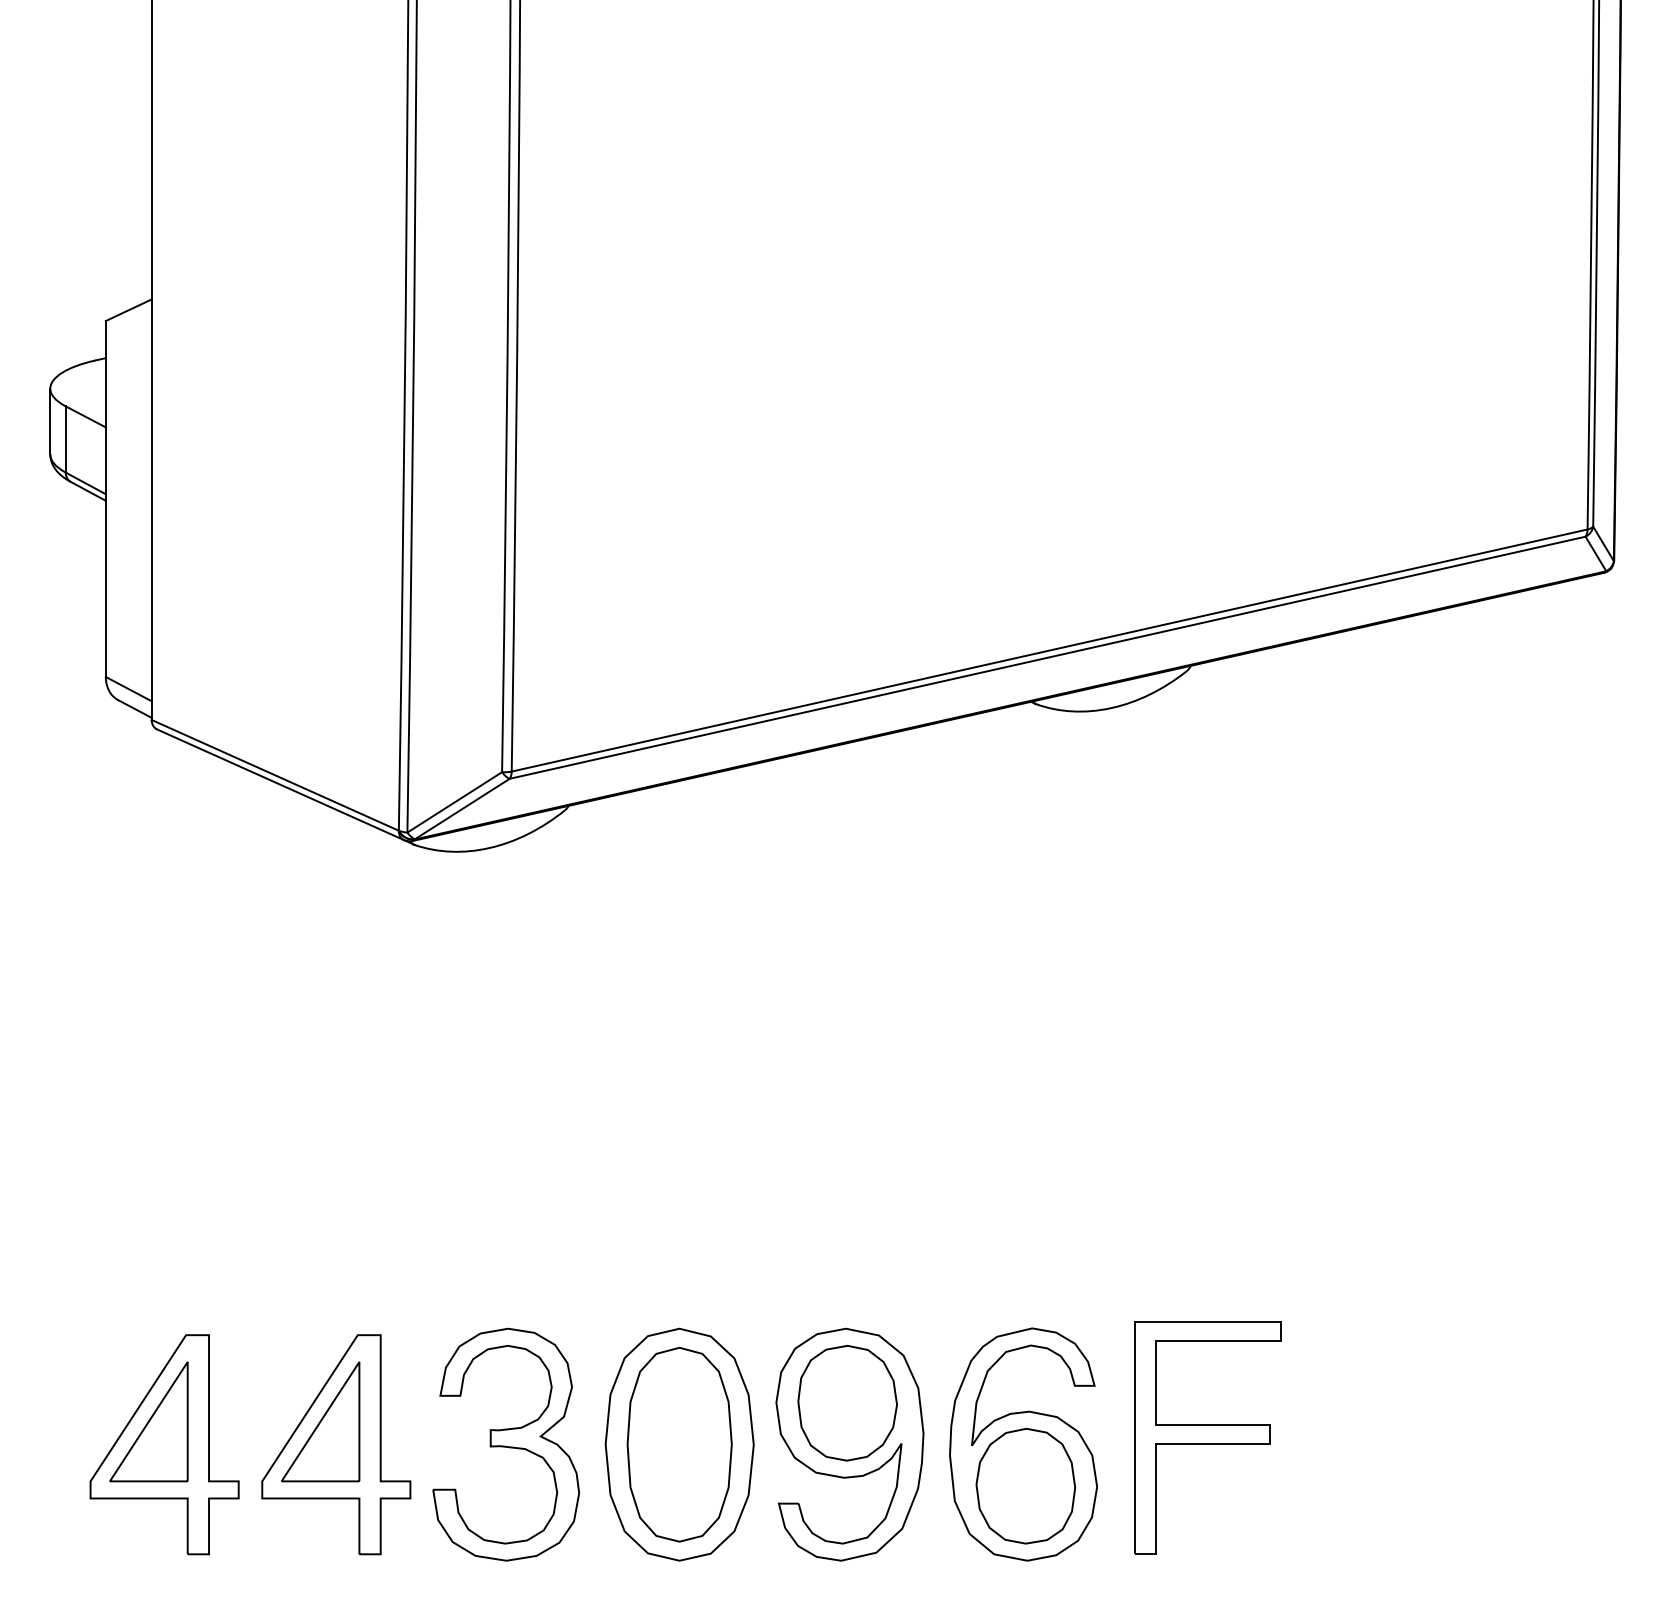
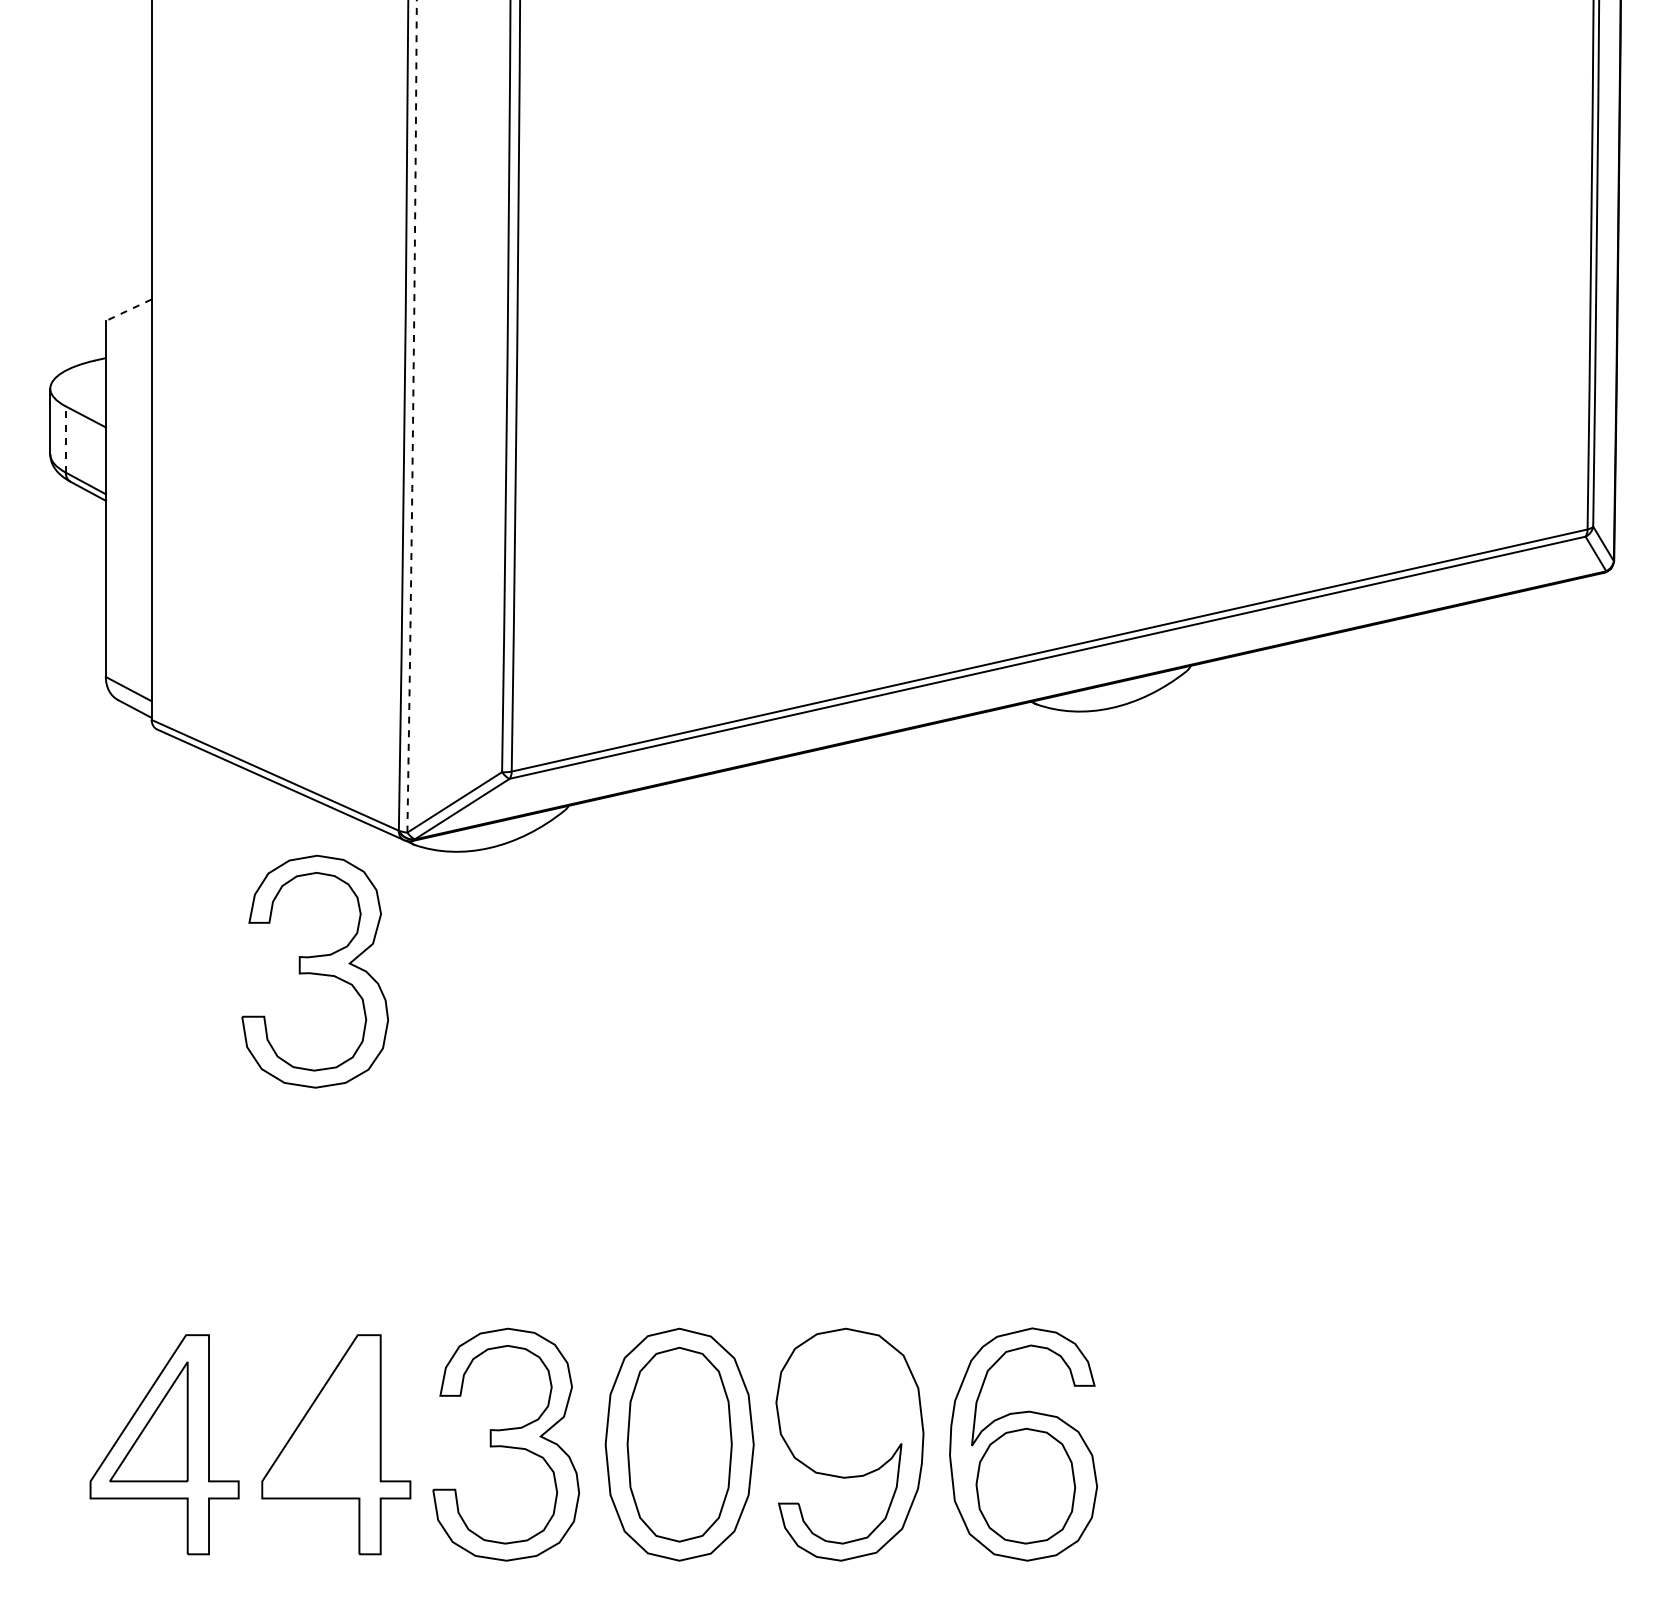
line at (128, 310): solid -> dashed
arc at (413, 416): solid -> dashed
line at (65, 438): solid -> dashed
part at (314, 971): none -> present
part at (847, 1403): present -> none
part at (320, 1421): present -> none
part at (1207, 1437): present -> none
